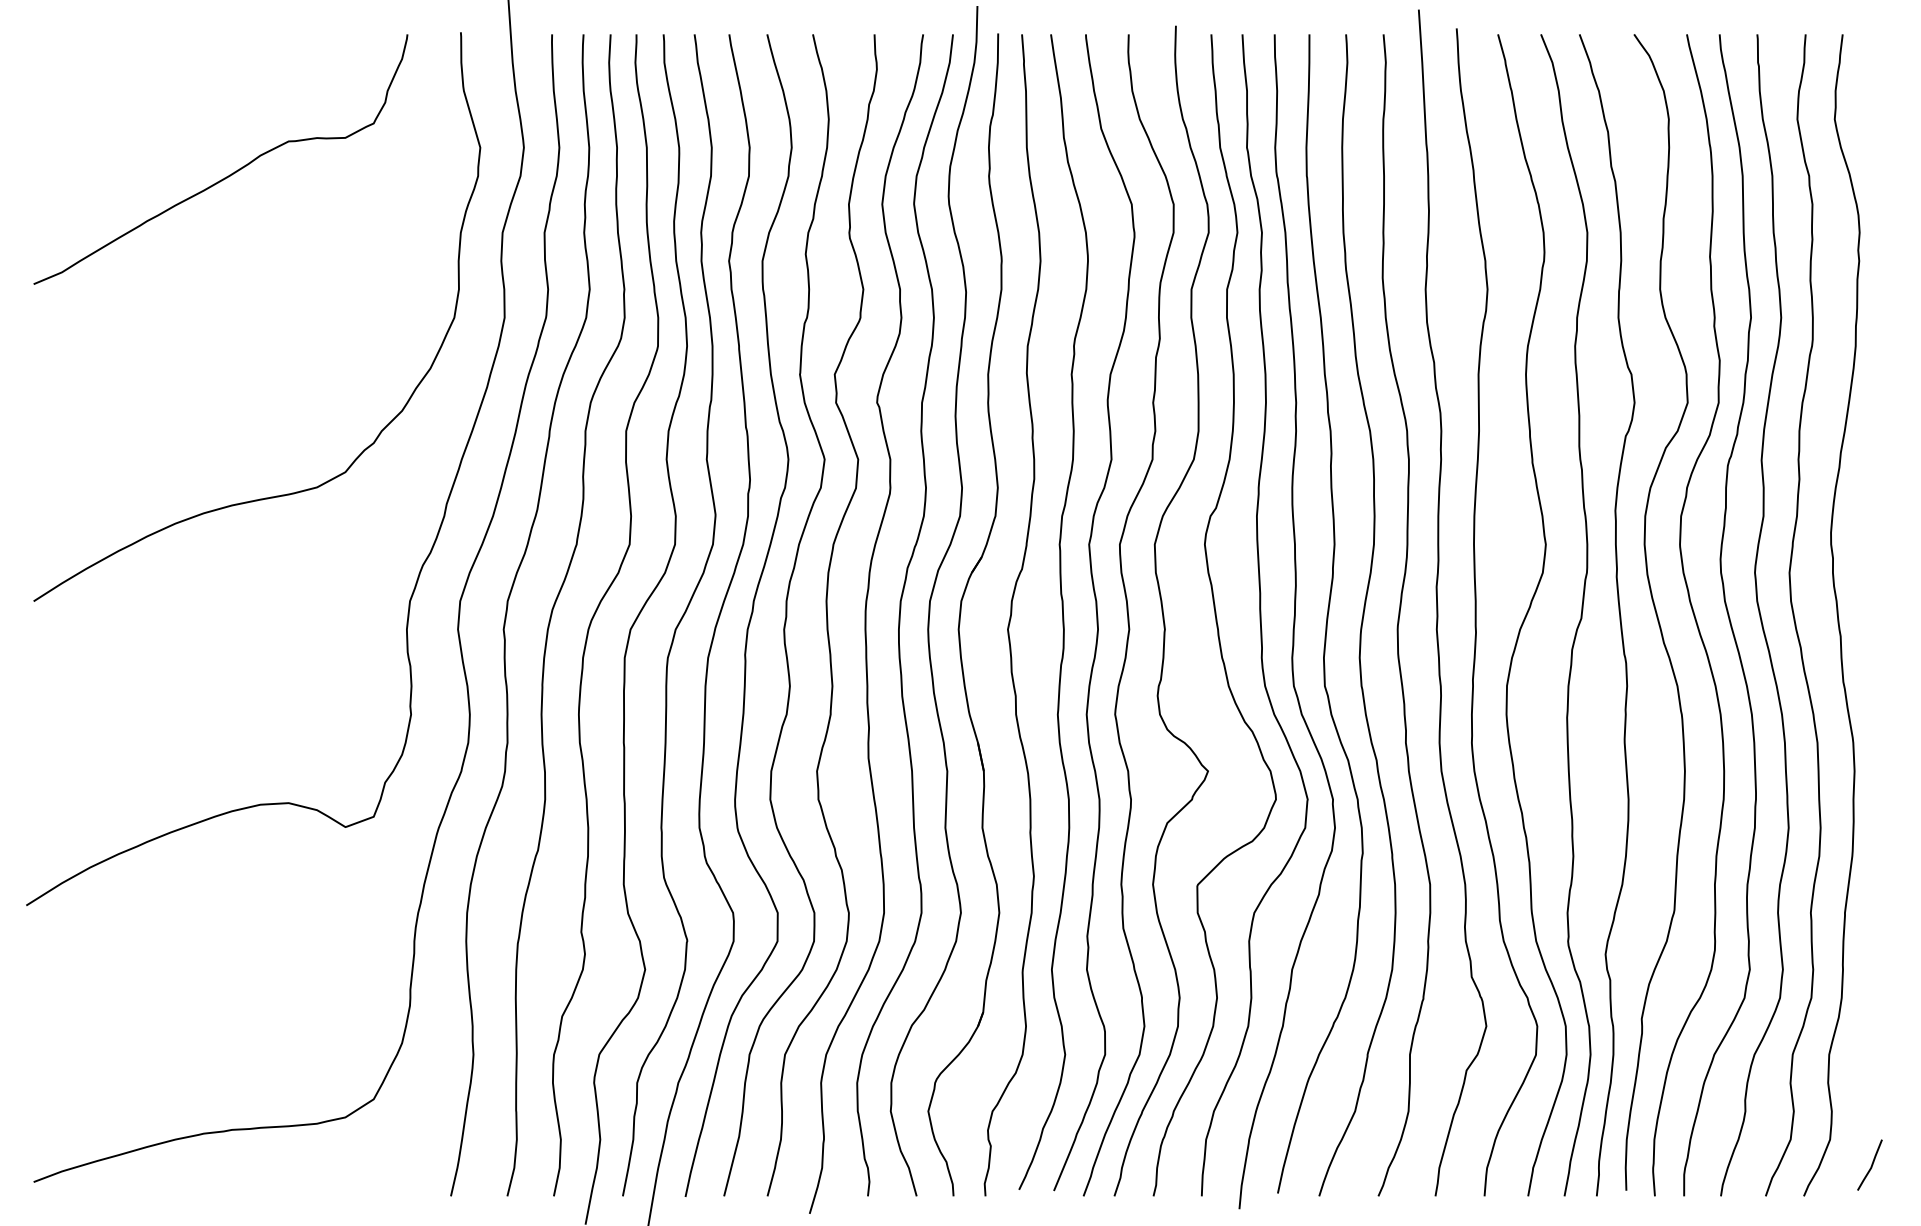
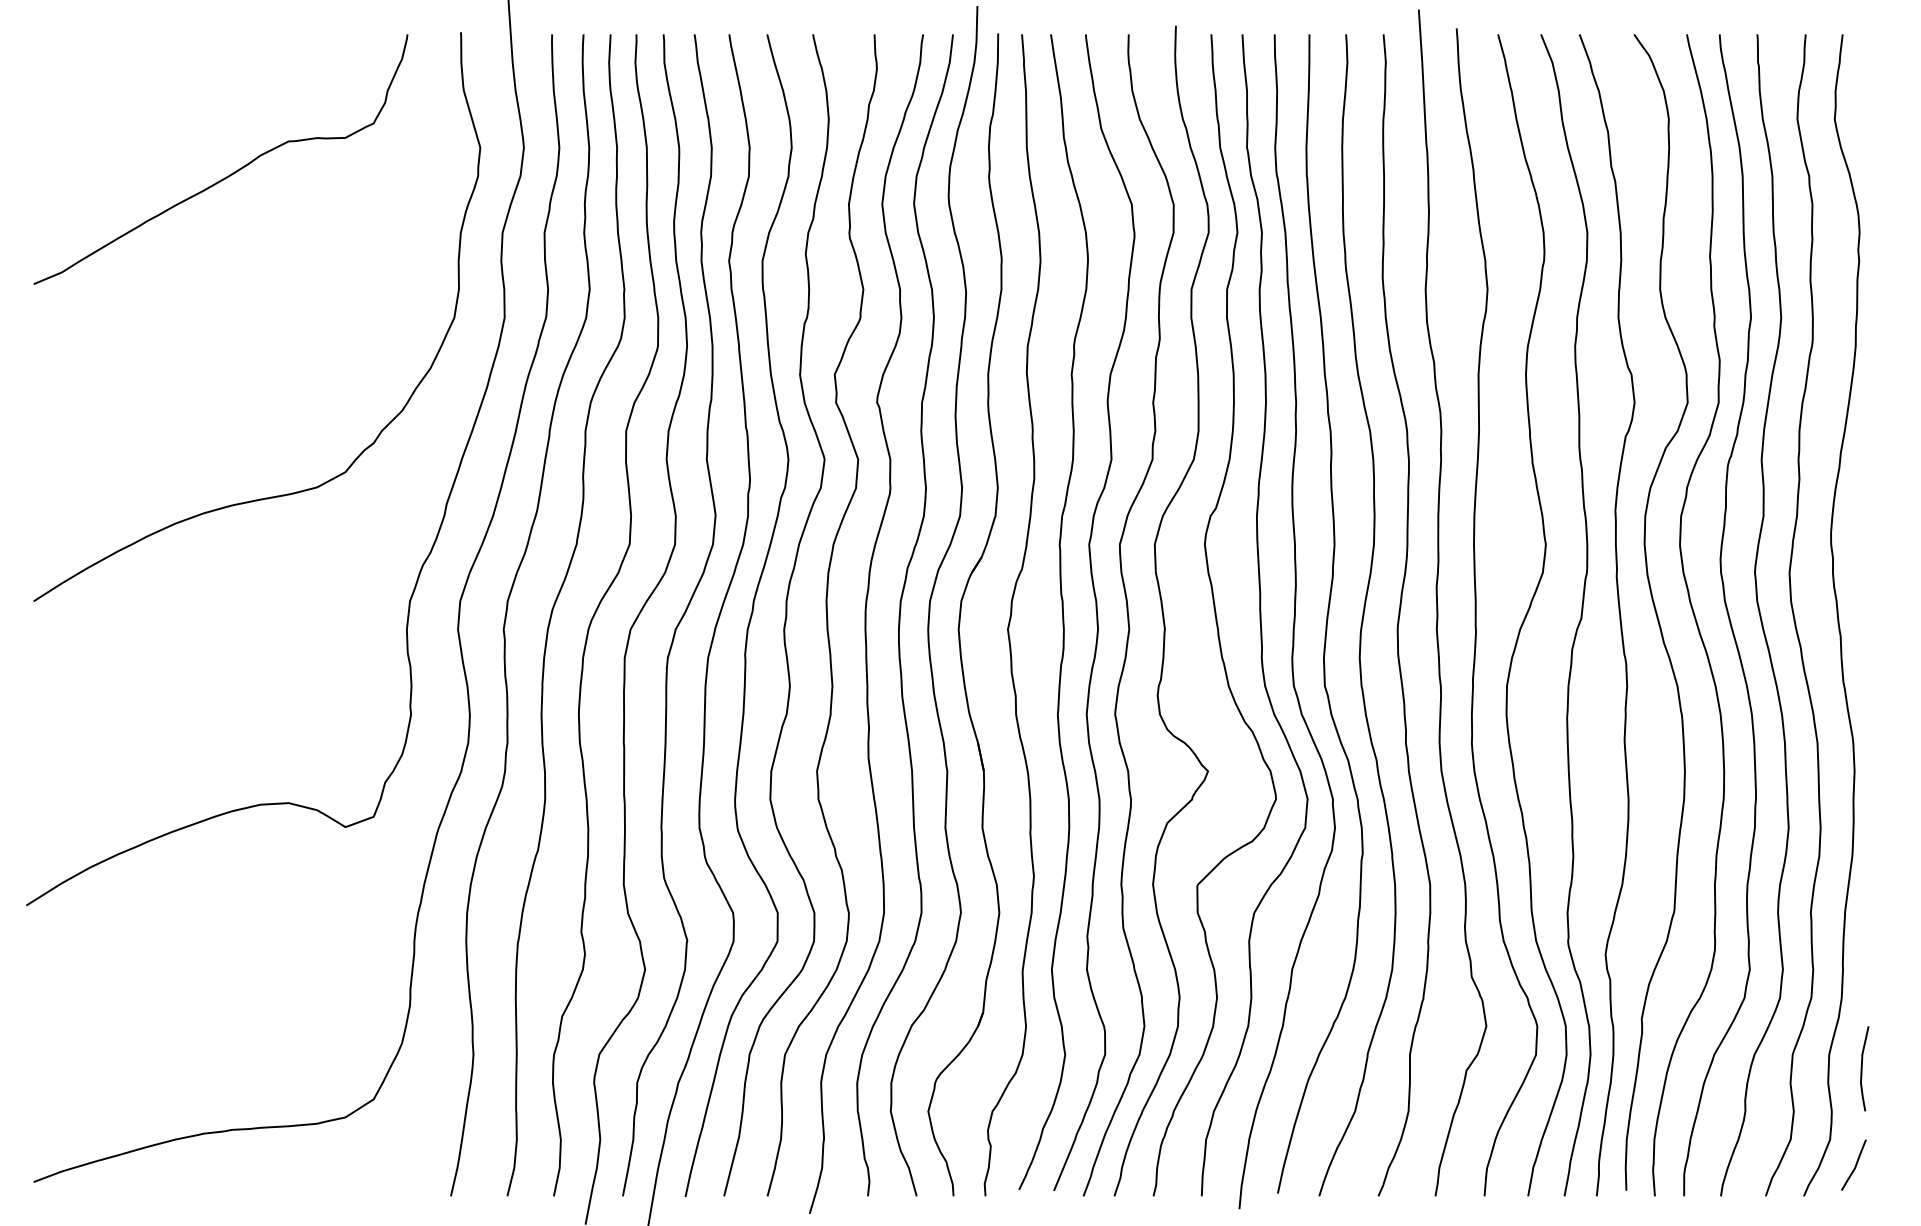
line at (1862, 1068): none -> present
line at (1871, 1164) position: (1871, 1164) -> (1855, 1164)
